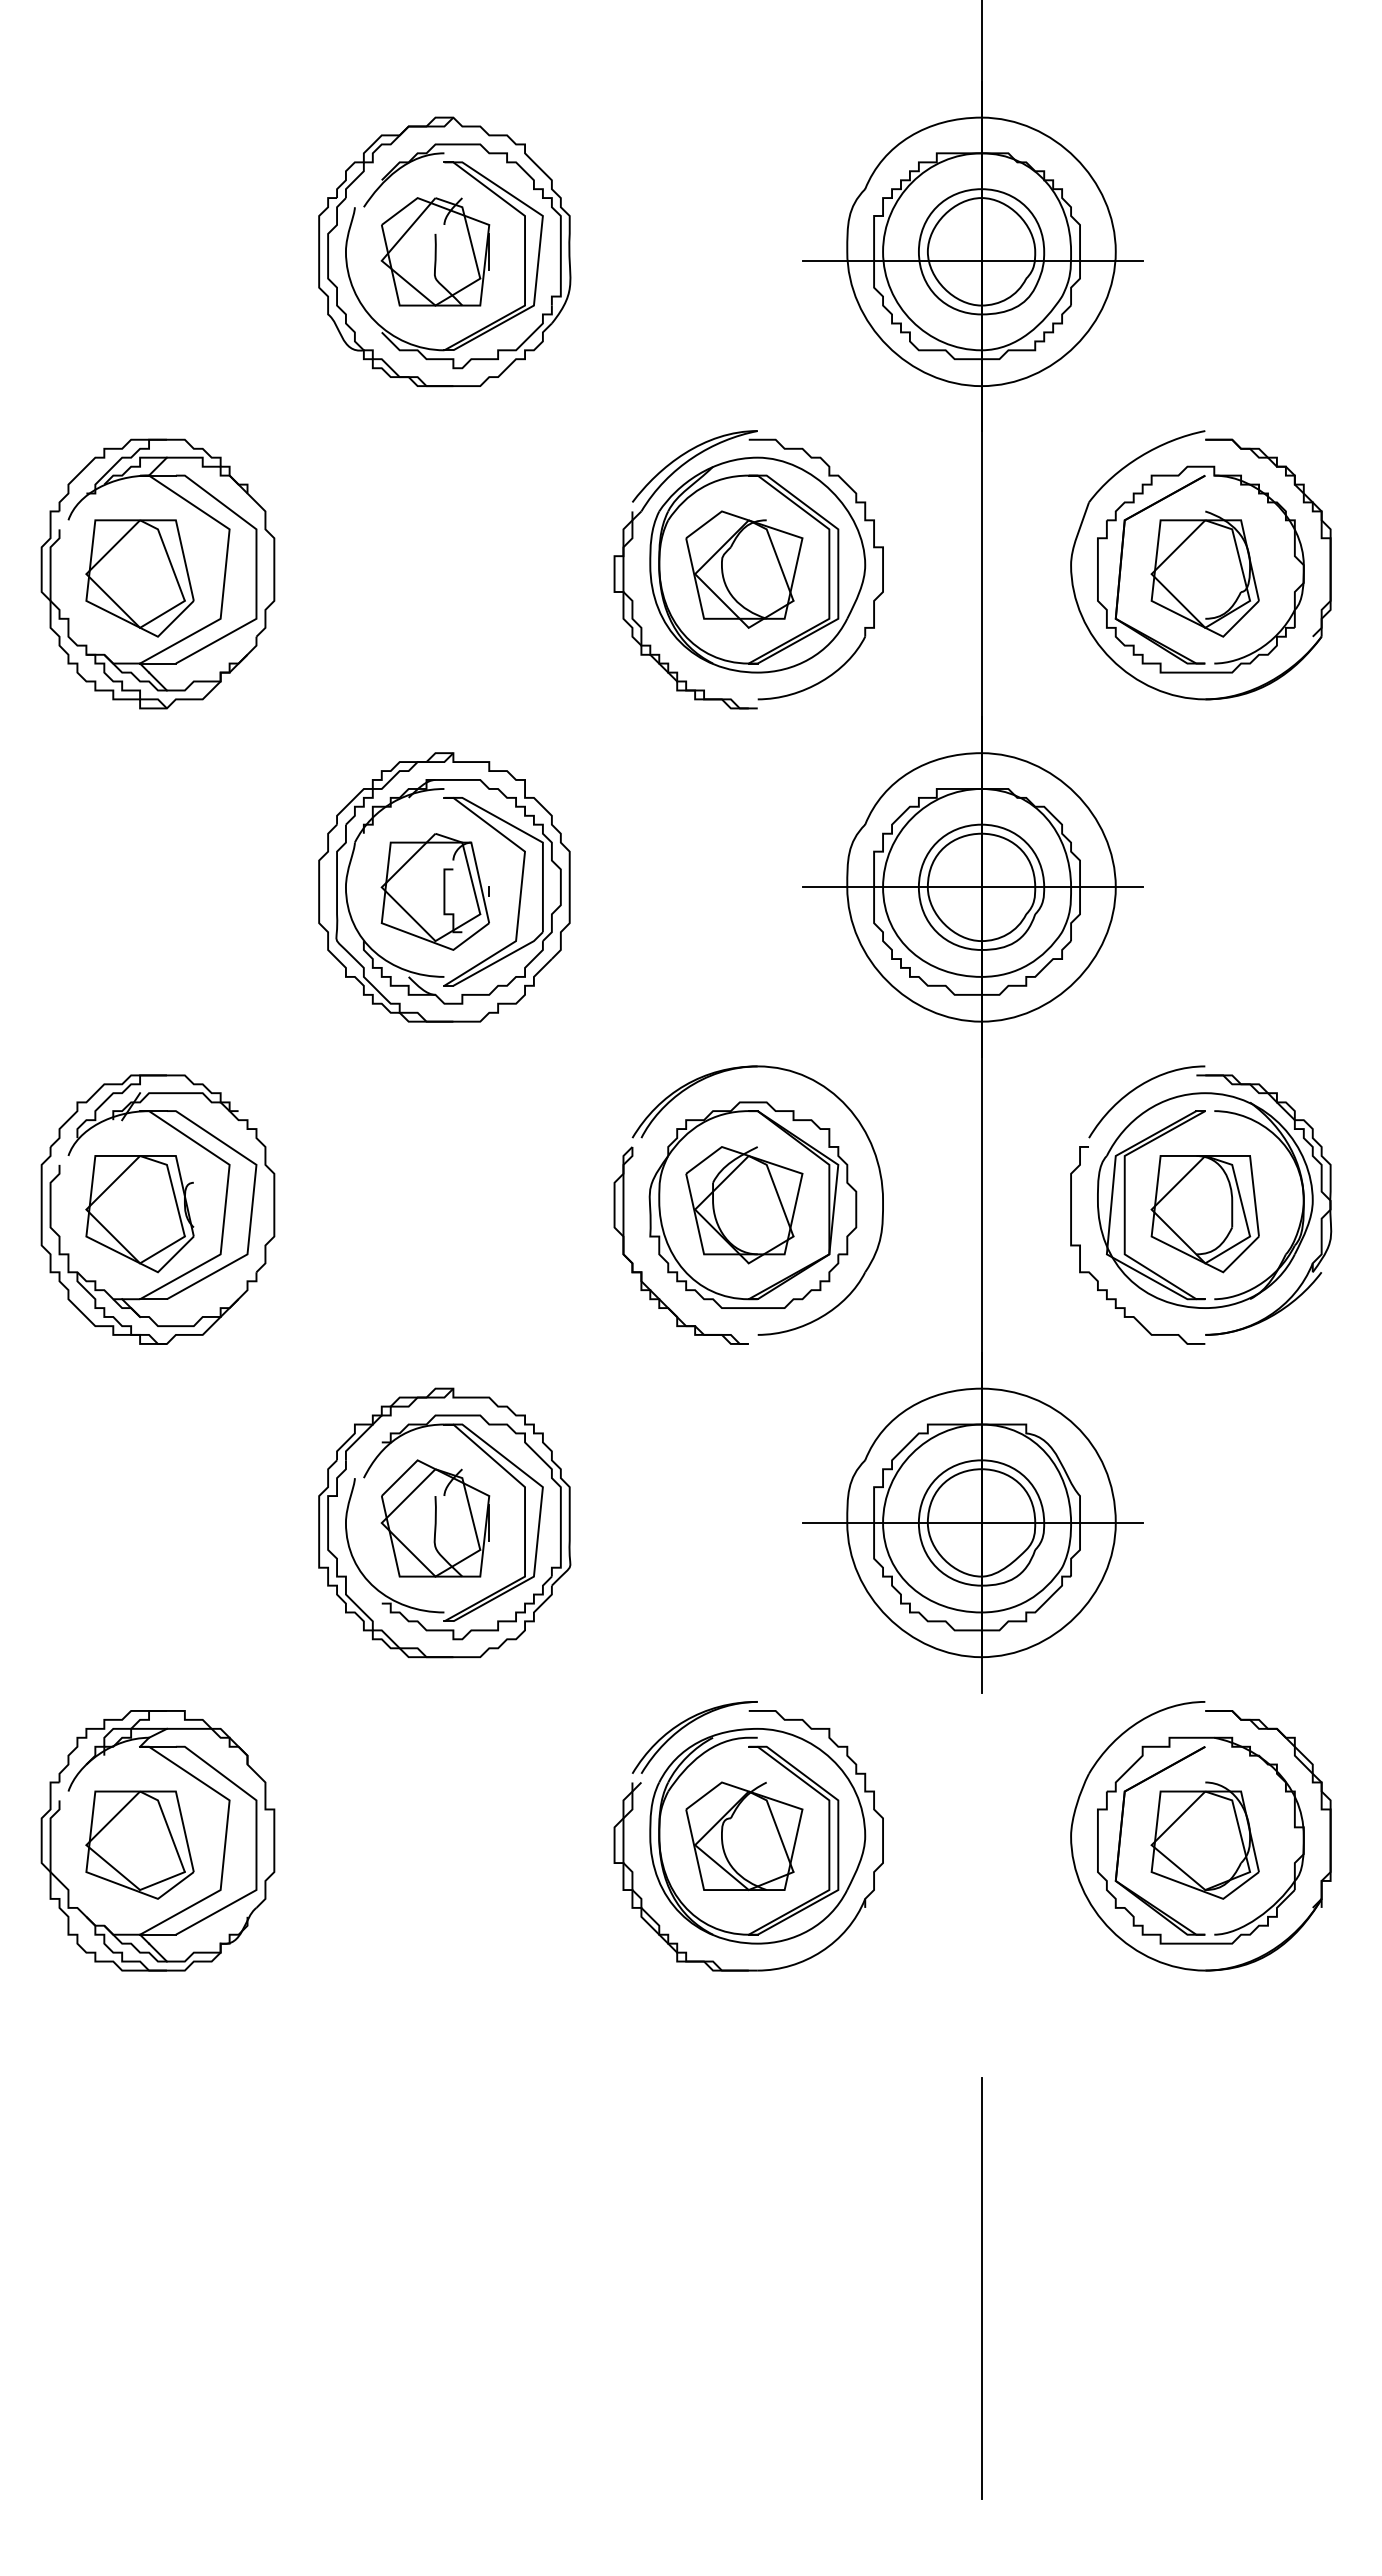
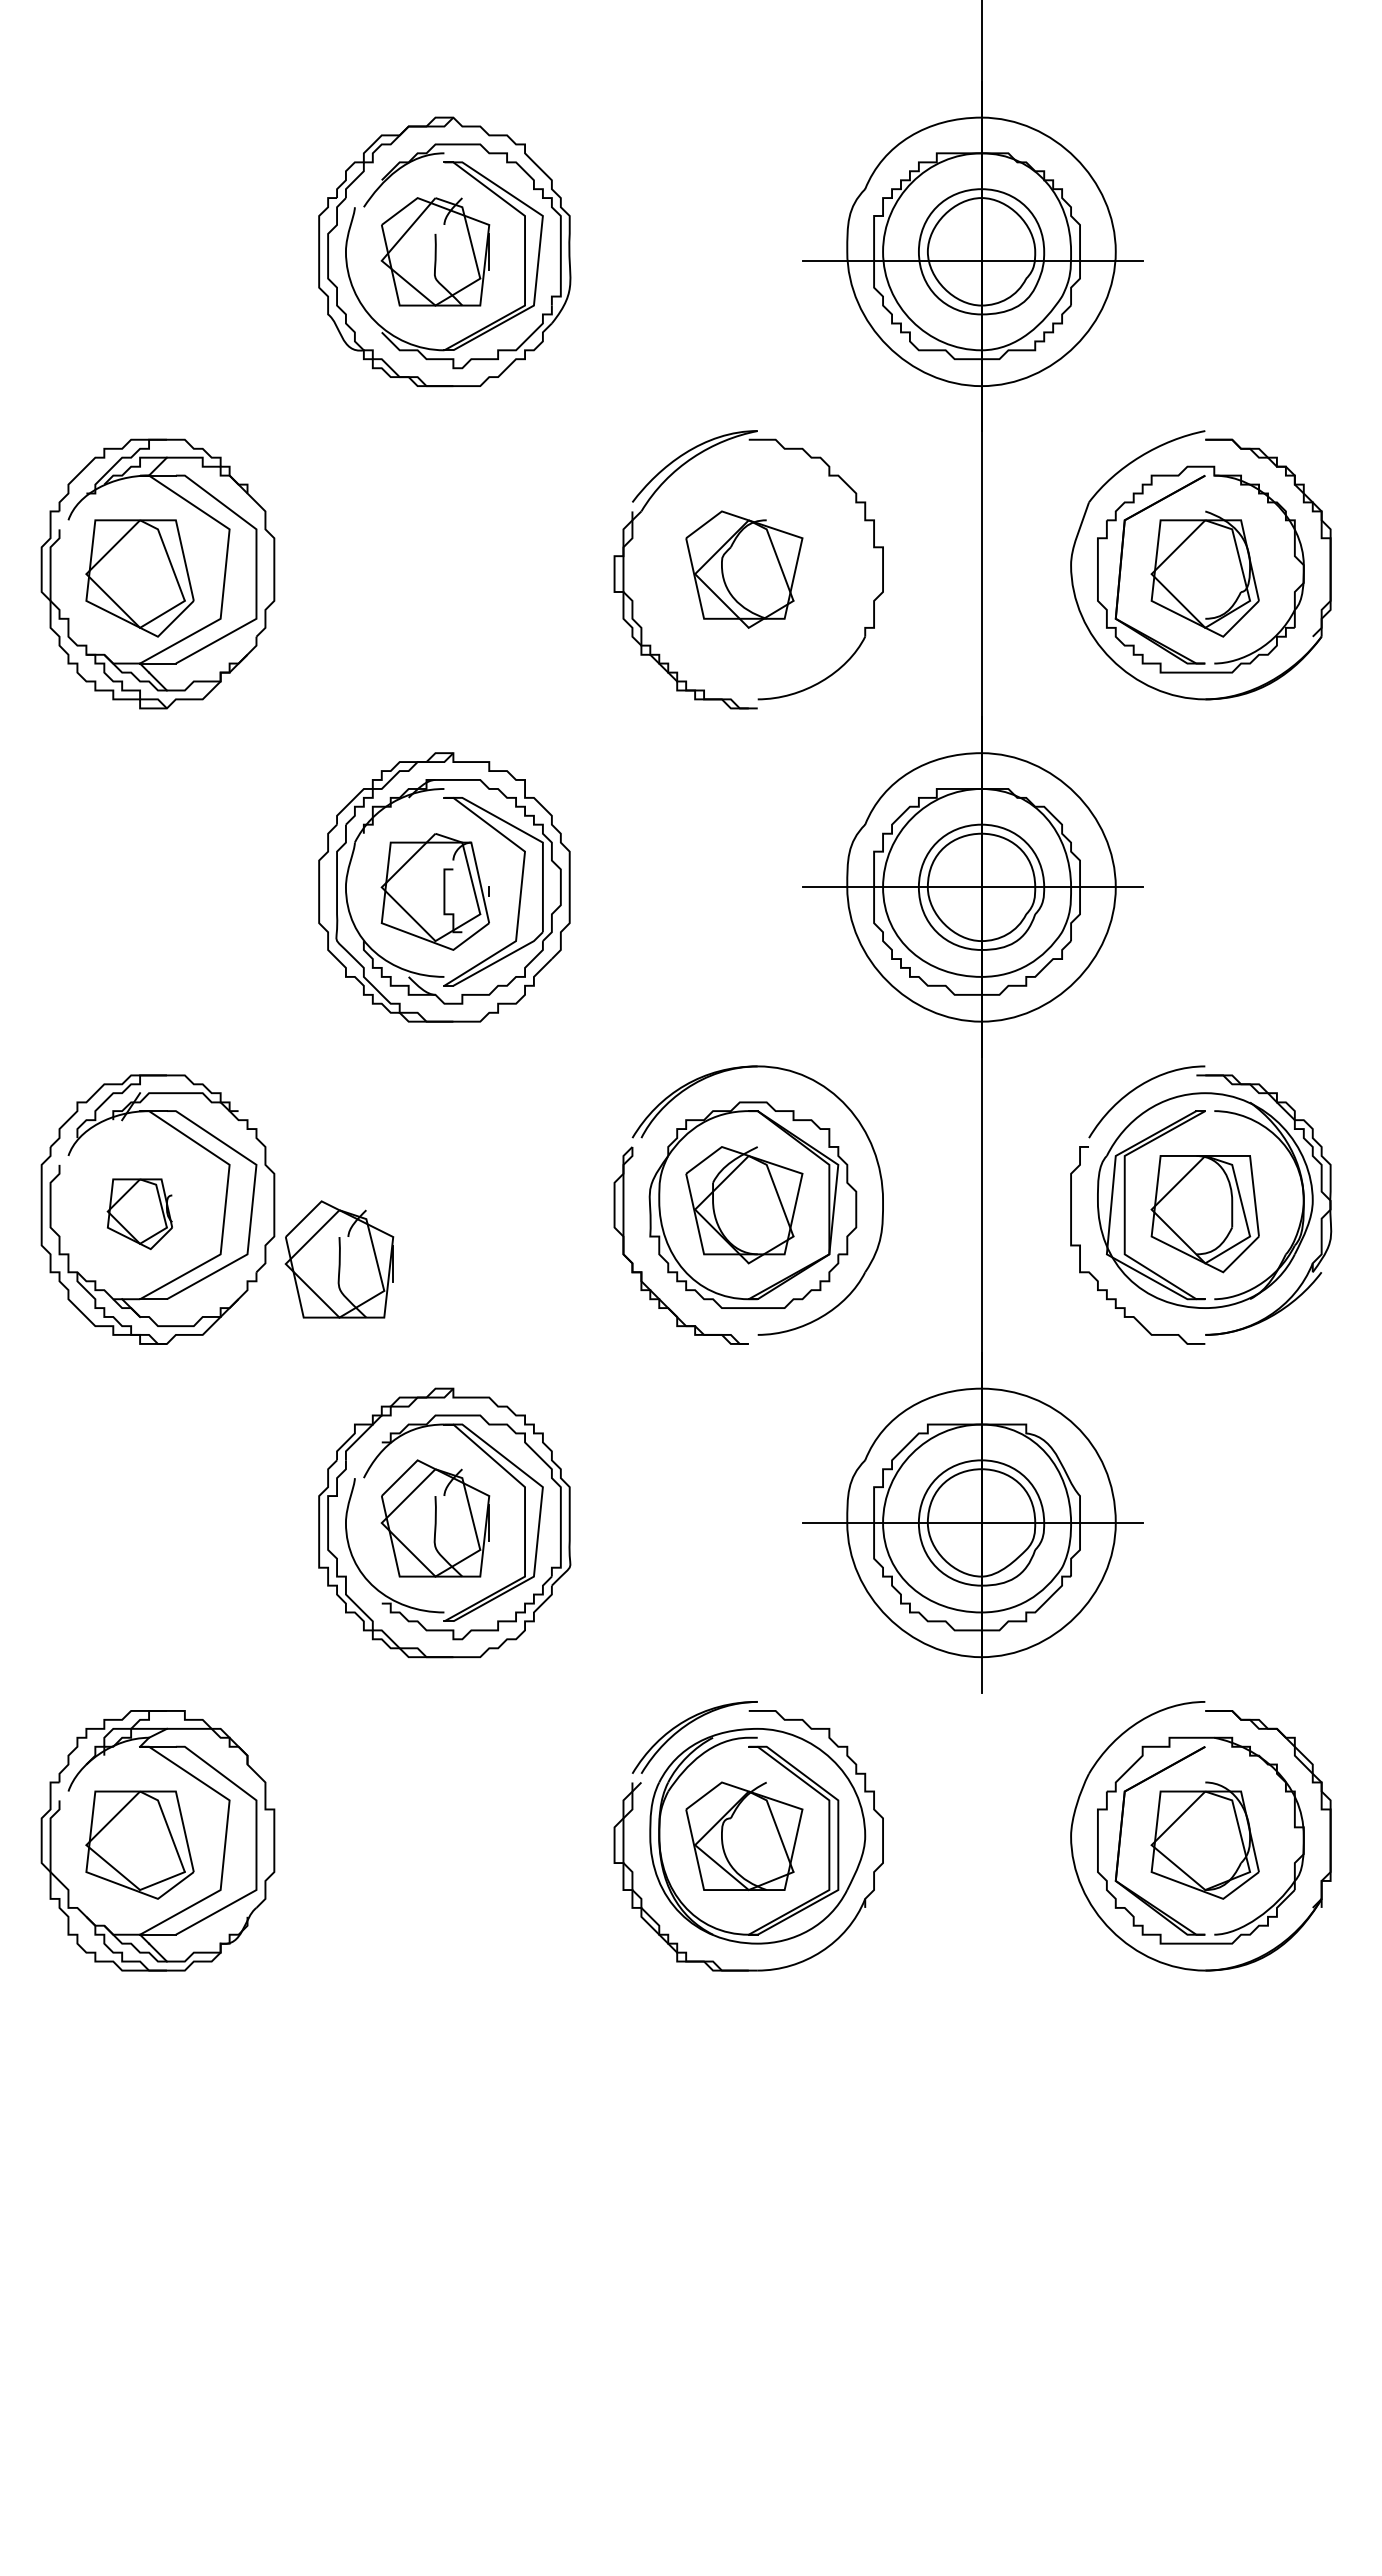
part at (757, 564): present -> none
part at (139, 1214) size: 110x119 px -> 67x73 px
part at (339, 1259): none -> present
line at (981, 2287): present -> none
